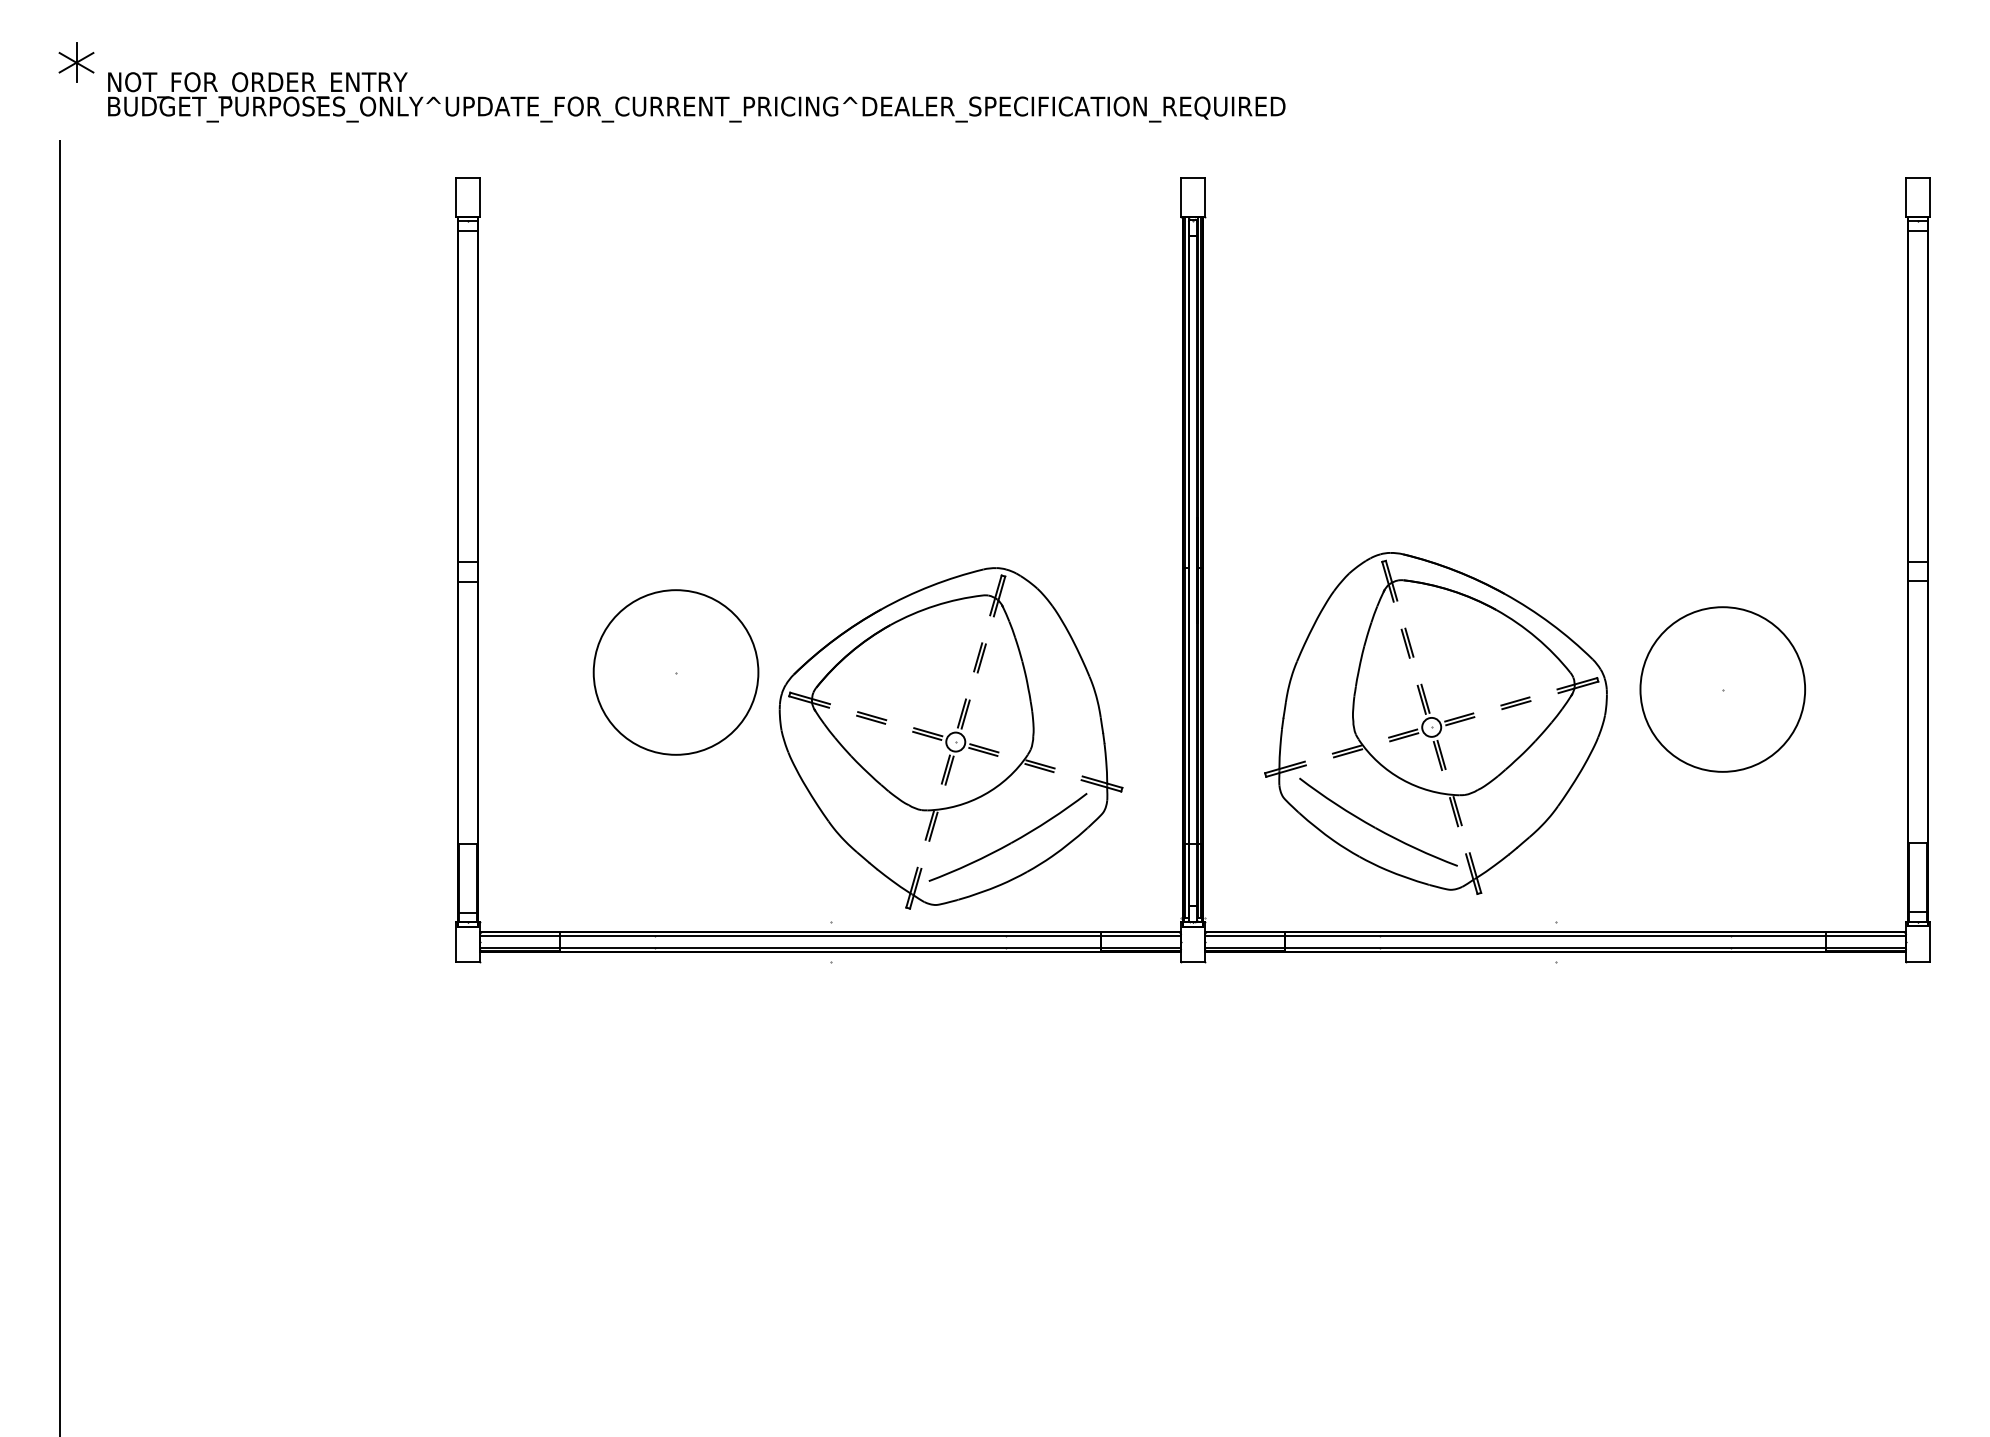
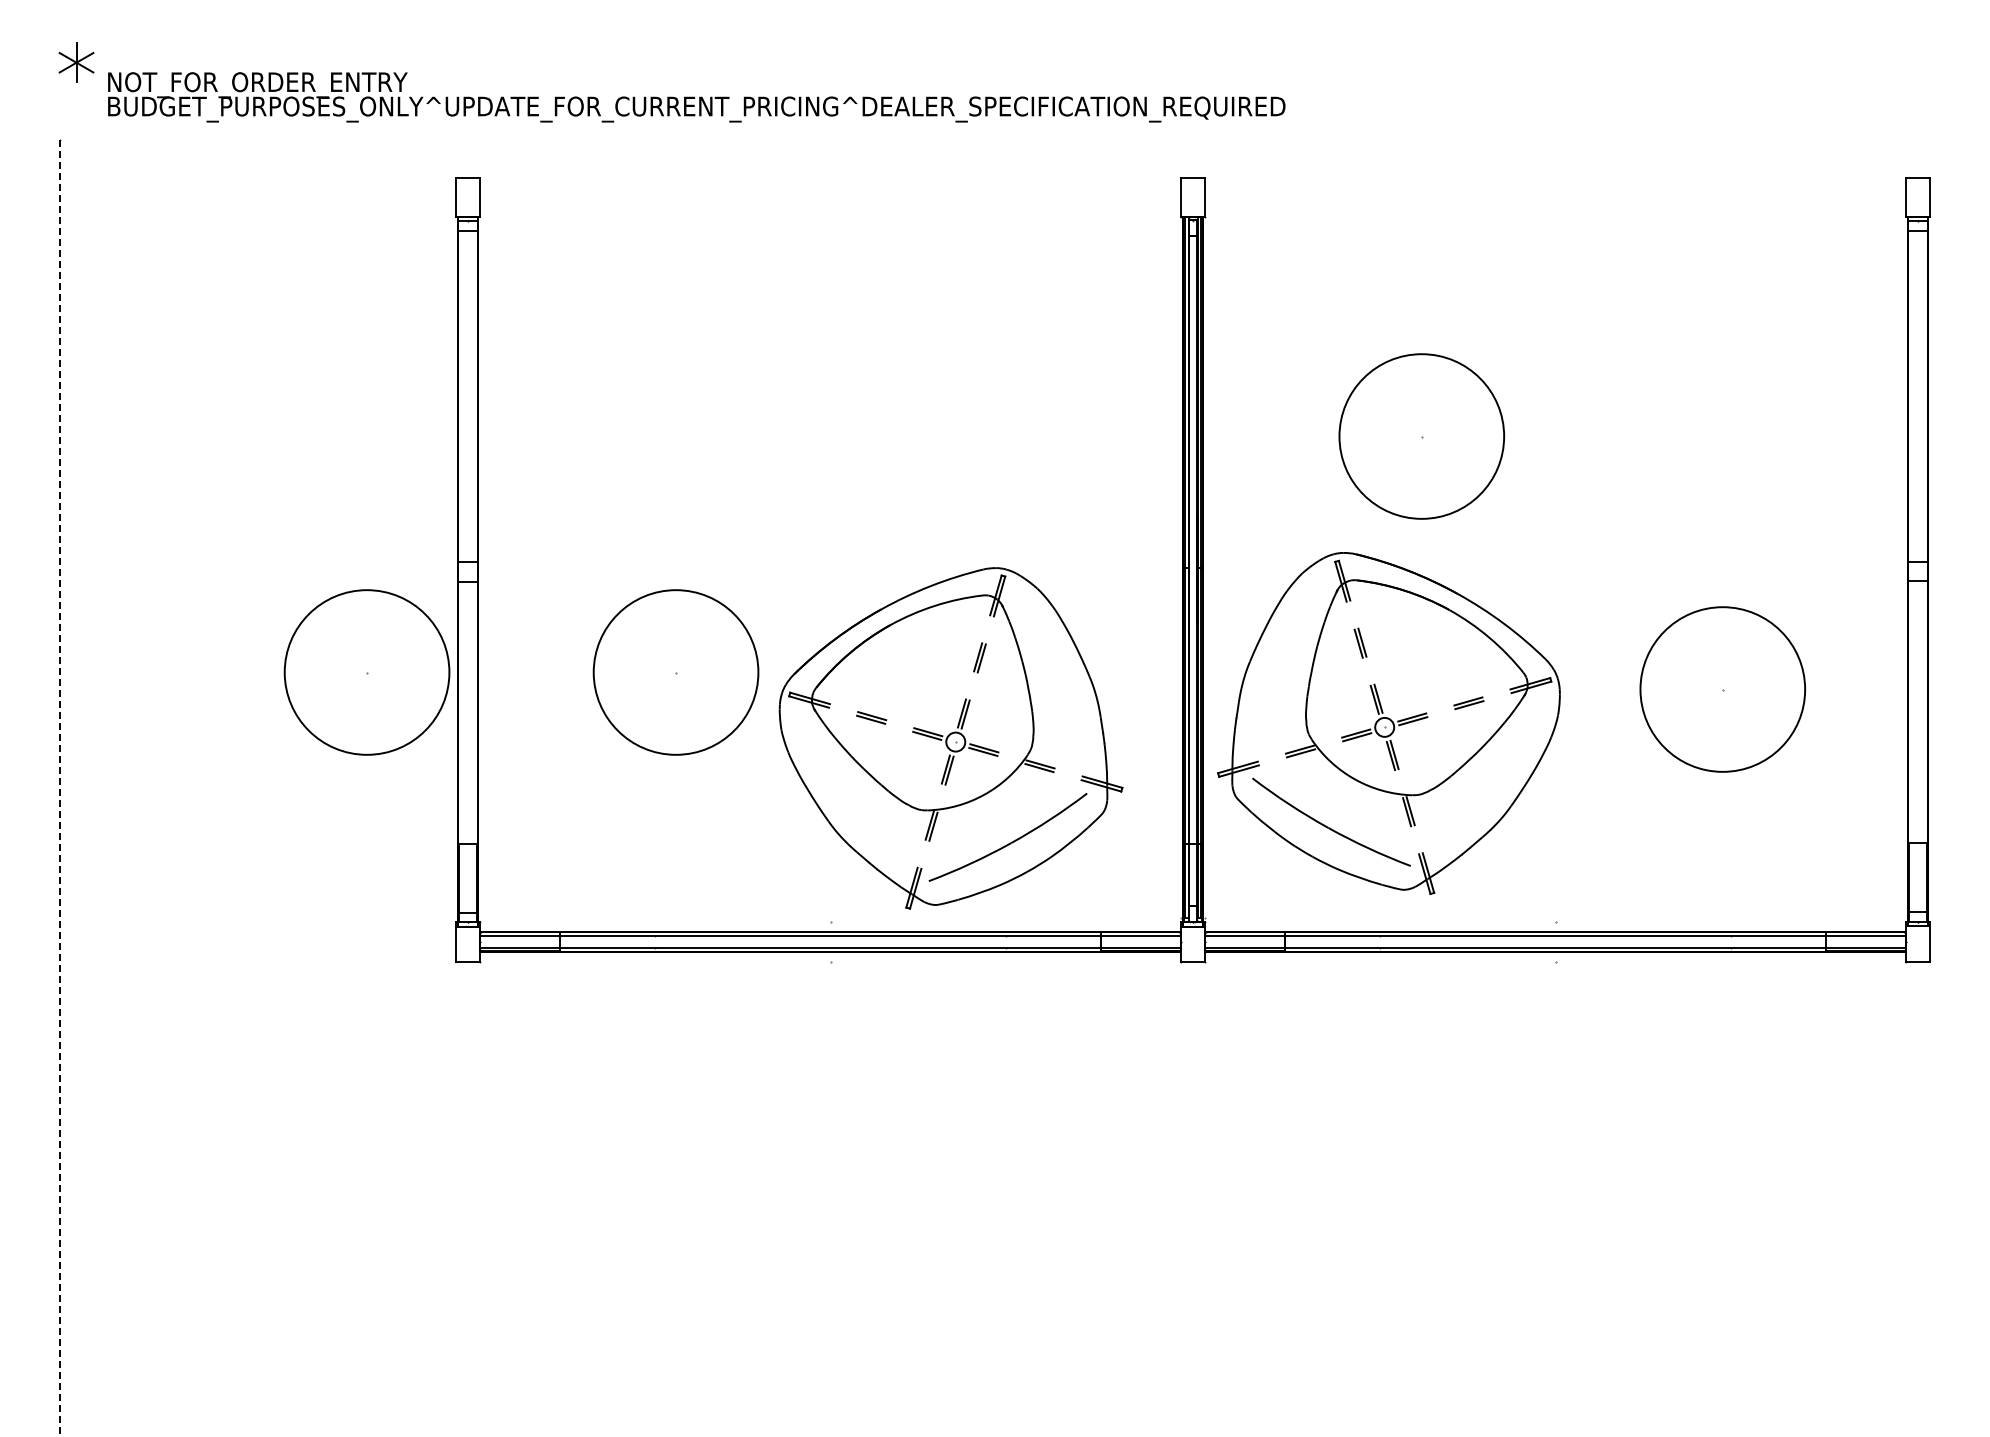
part at (1421, 436): none -> present
part at (366, 672): none -> present
part at (1435, 723) position: (1435, 723) -> (1388, 723)
line at (59, 788): solid -> dashed
